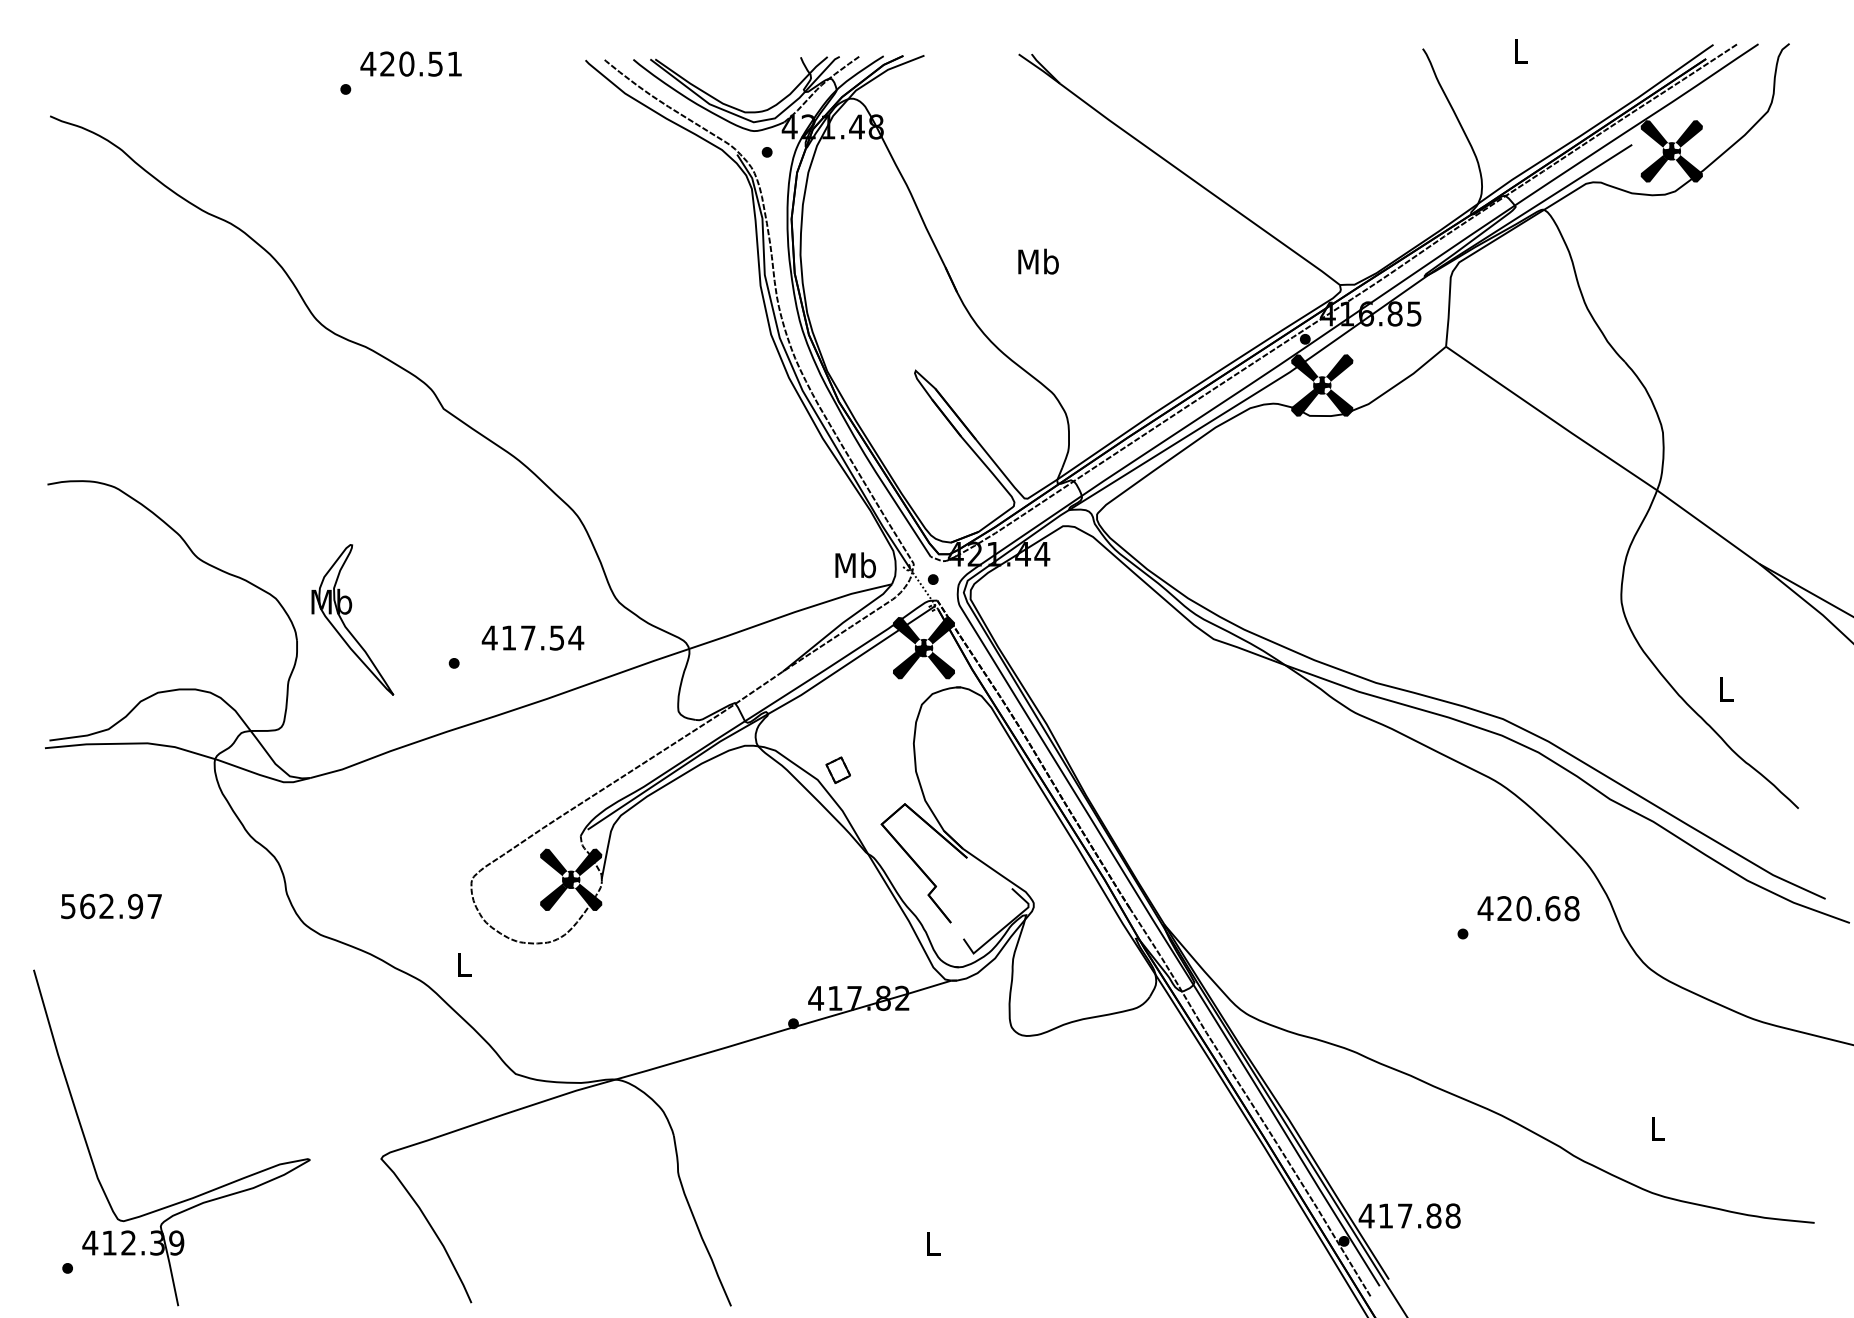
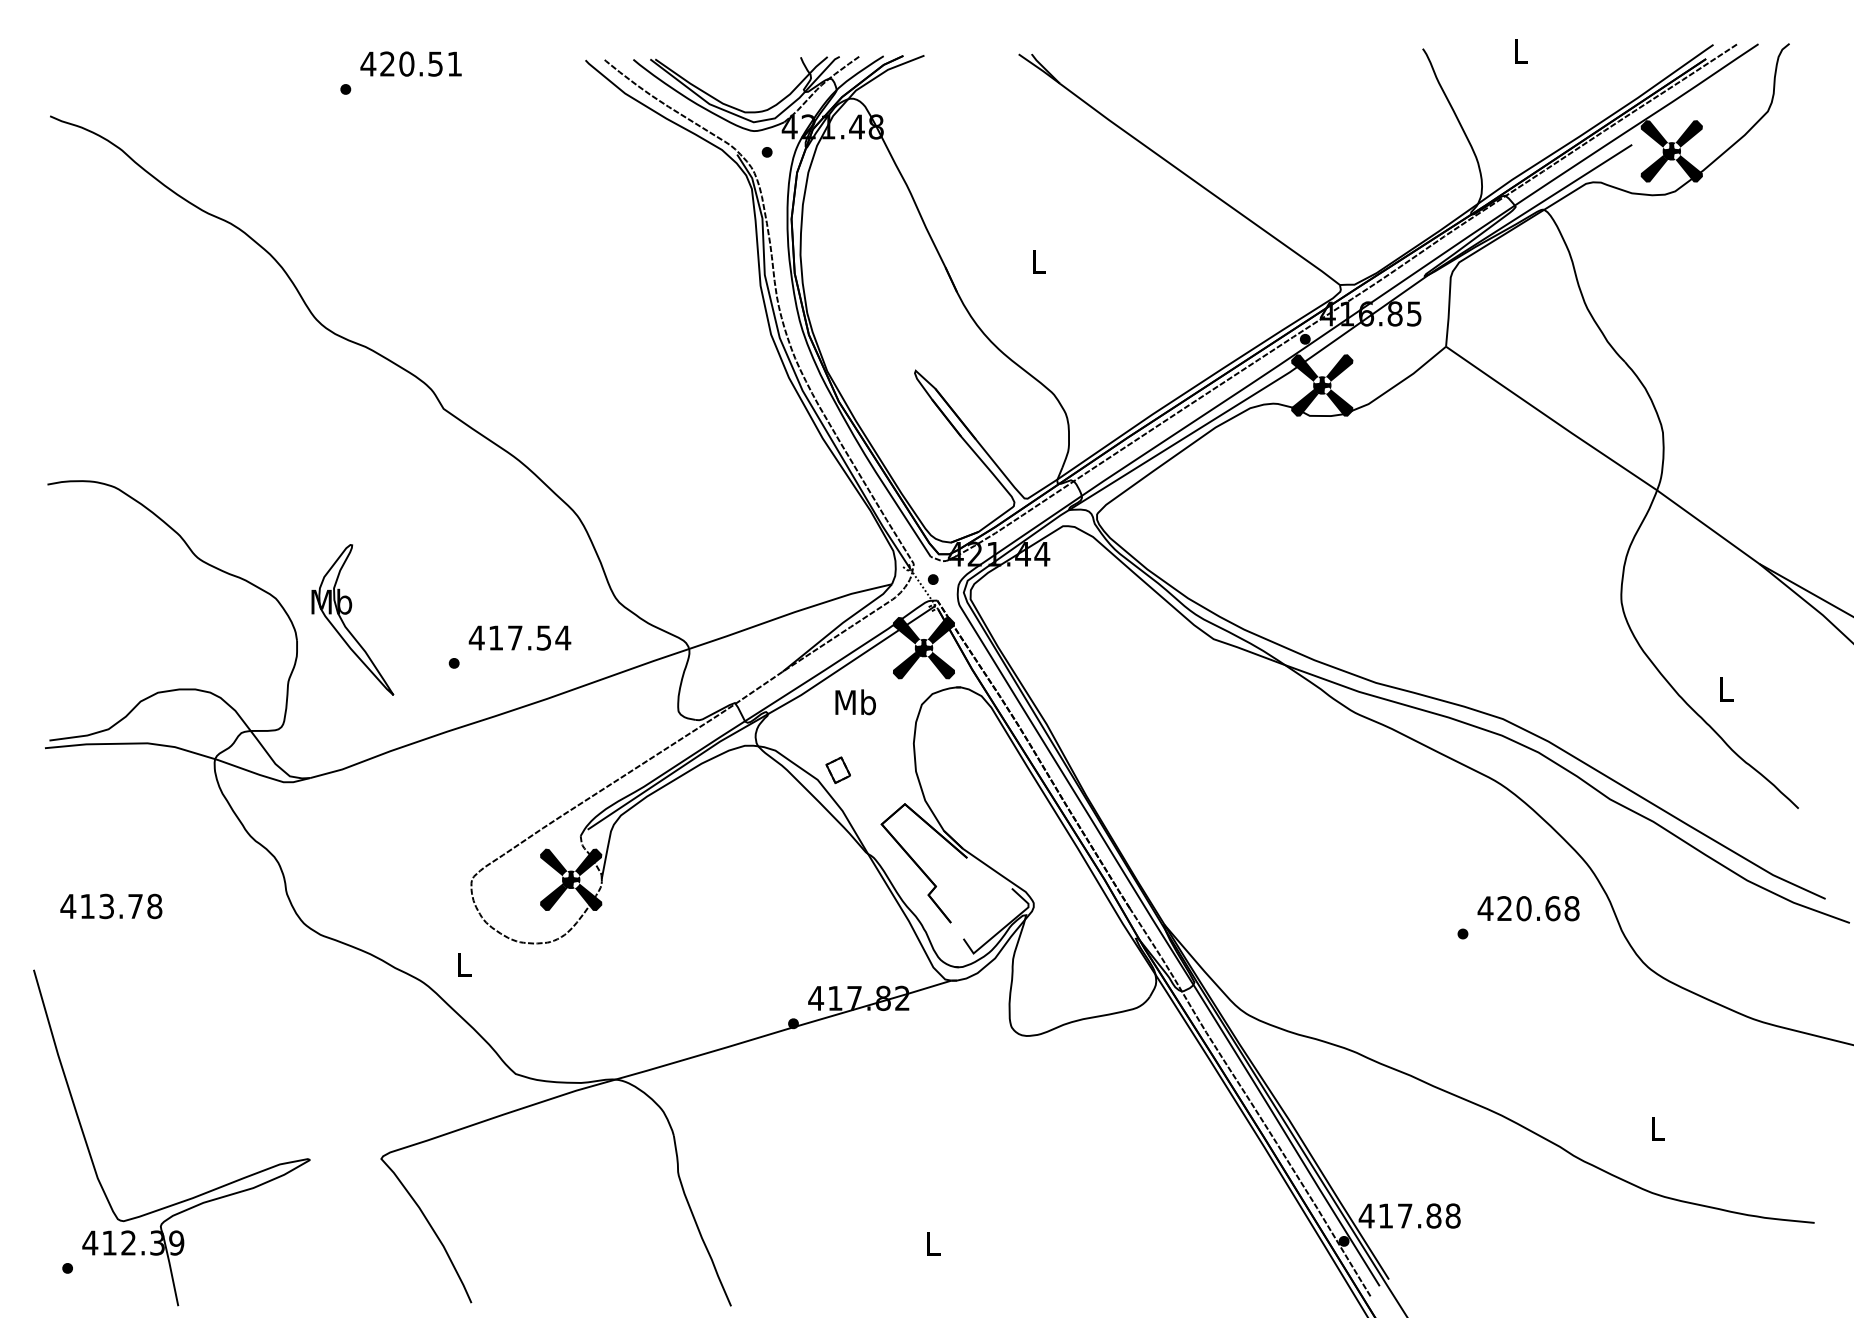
text at (1038, 261): Mb -> L
text at (855, 565) position: (855, 565) -> (855, 702)
text at (532, 637) position: (532, 637) -> (519, 637)
text at (111, 906): 562.97 -> 413.78
